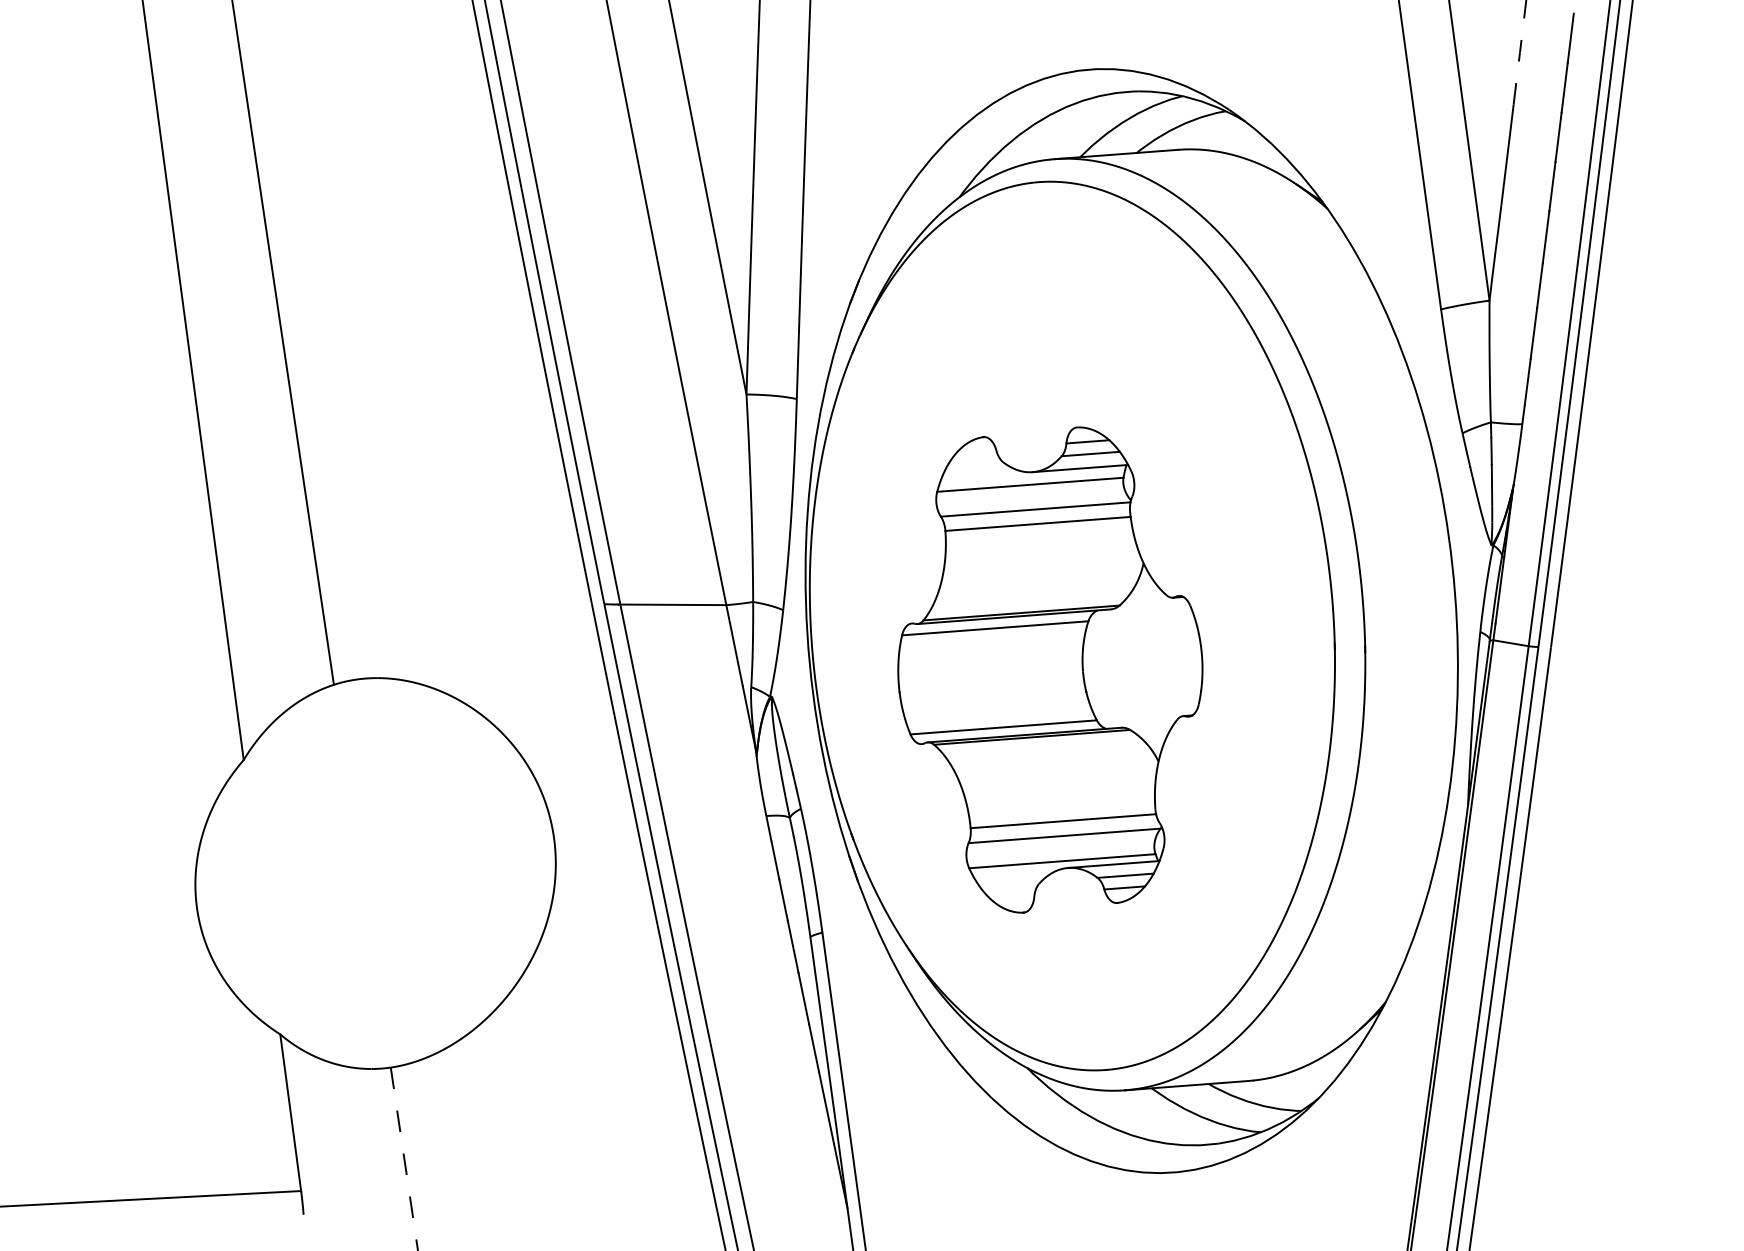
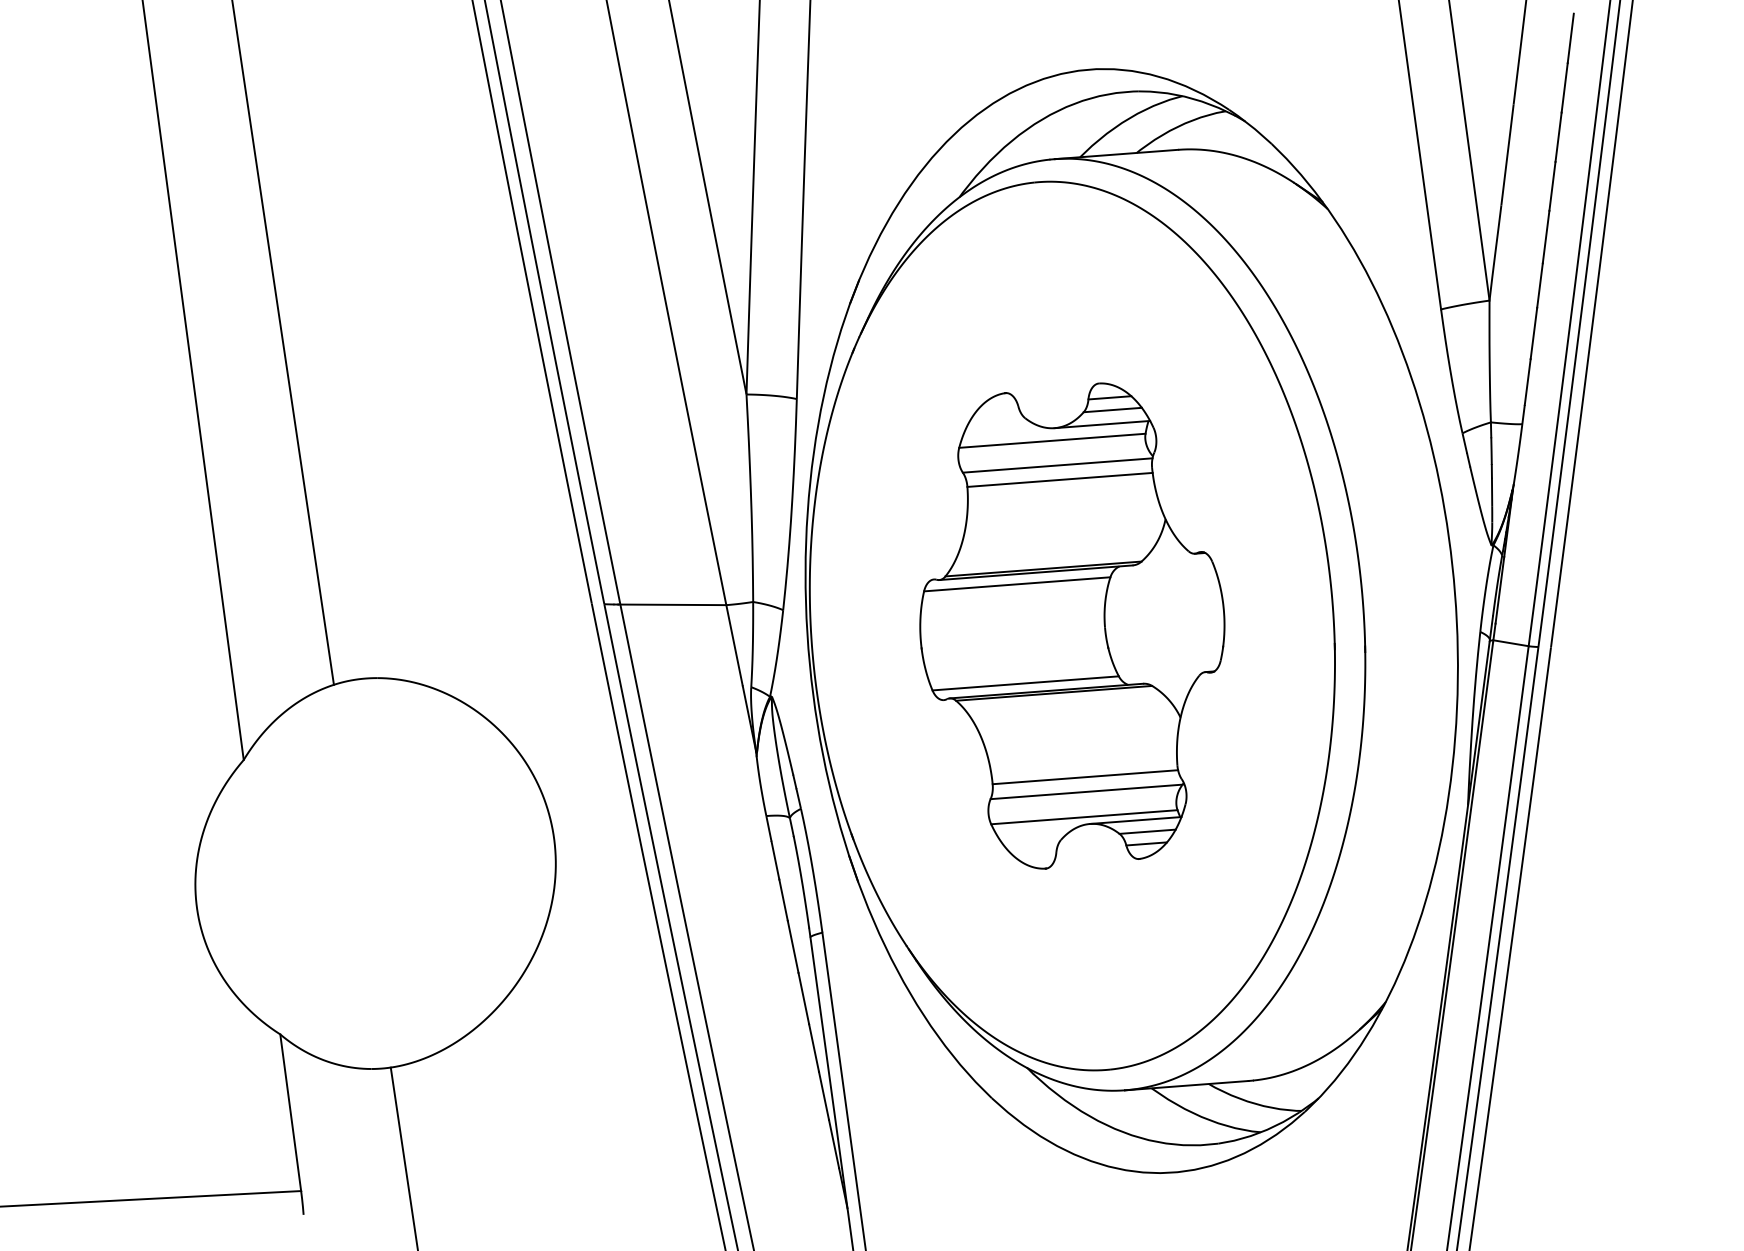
line at (1520, 52): dashed -> solid
part at (1050, 669) position: (1050, 669) -> (1072, 625)
line at (404, 1159): dashed -> solid
